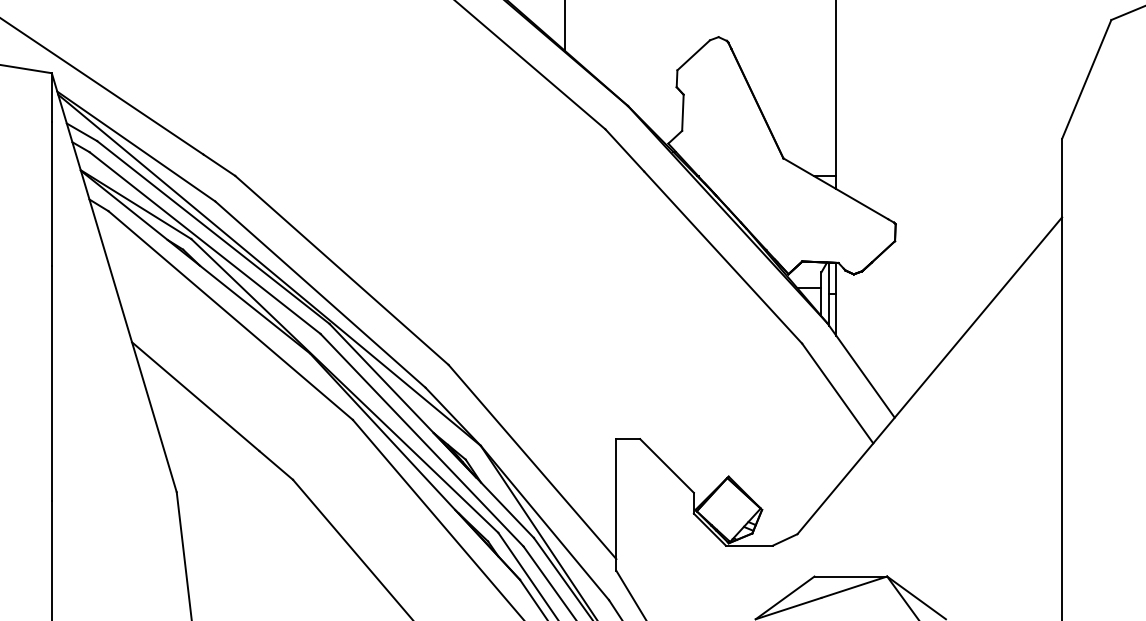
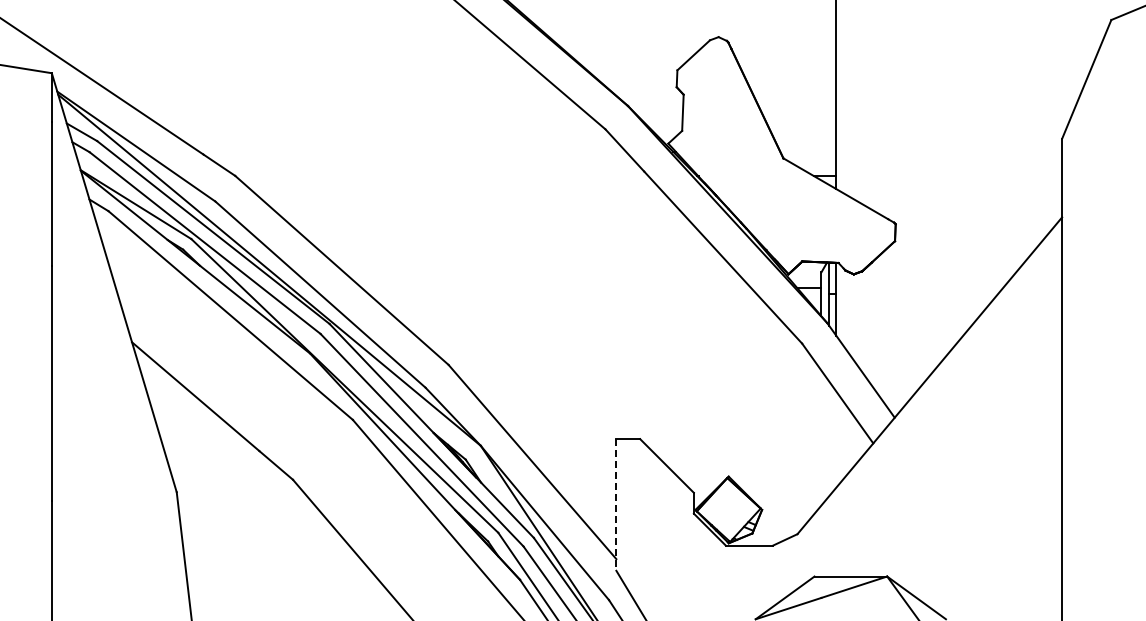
line at (565, 26): present -> none
line at (616, 504): solid -> dashed
